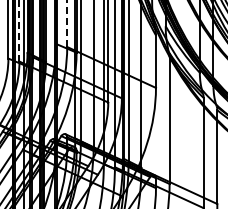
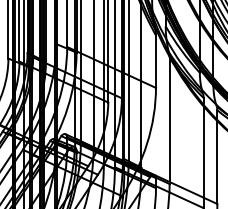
line at (67, 23): dashed -> solid
line at (19, 30): dashed -> solid
